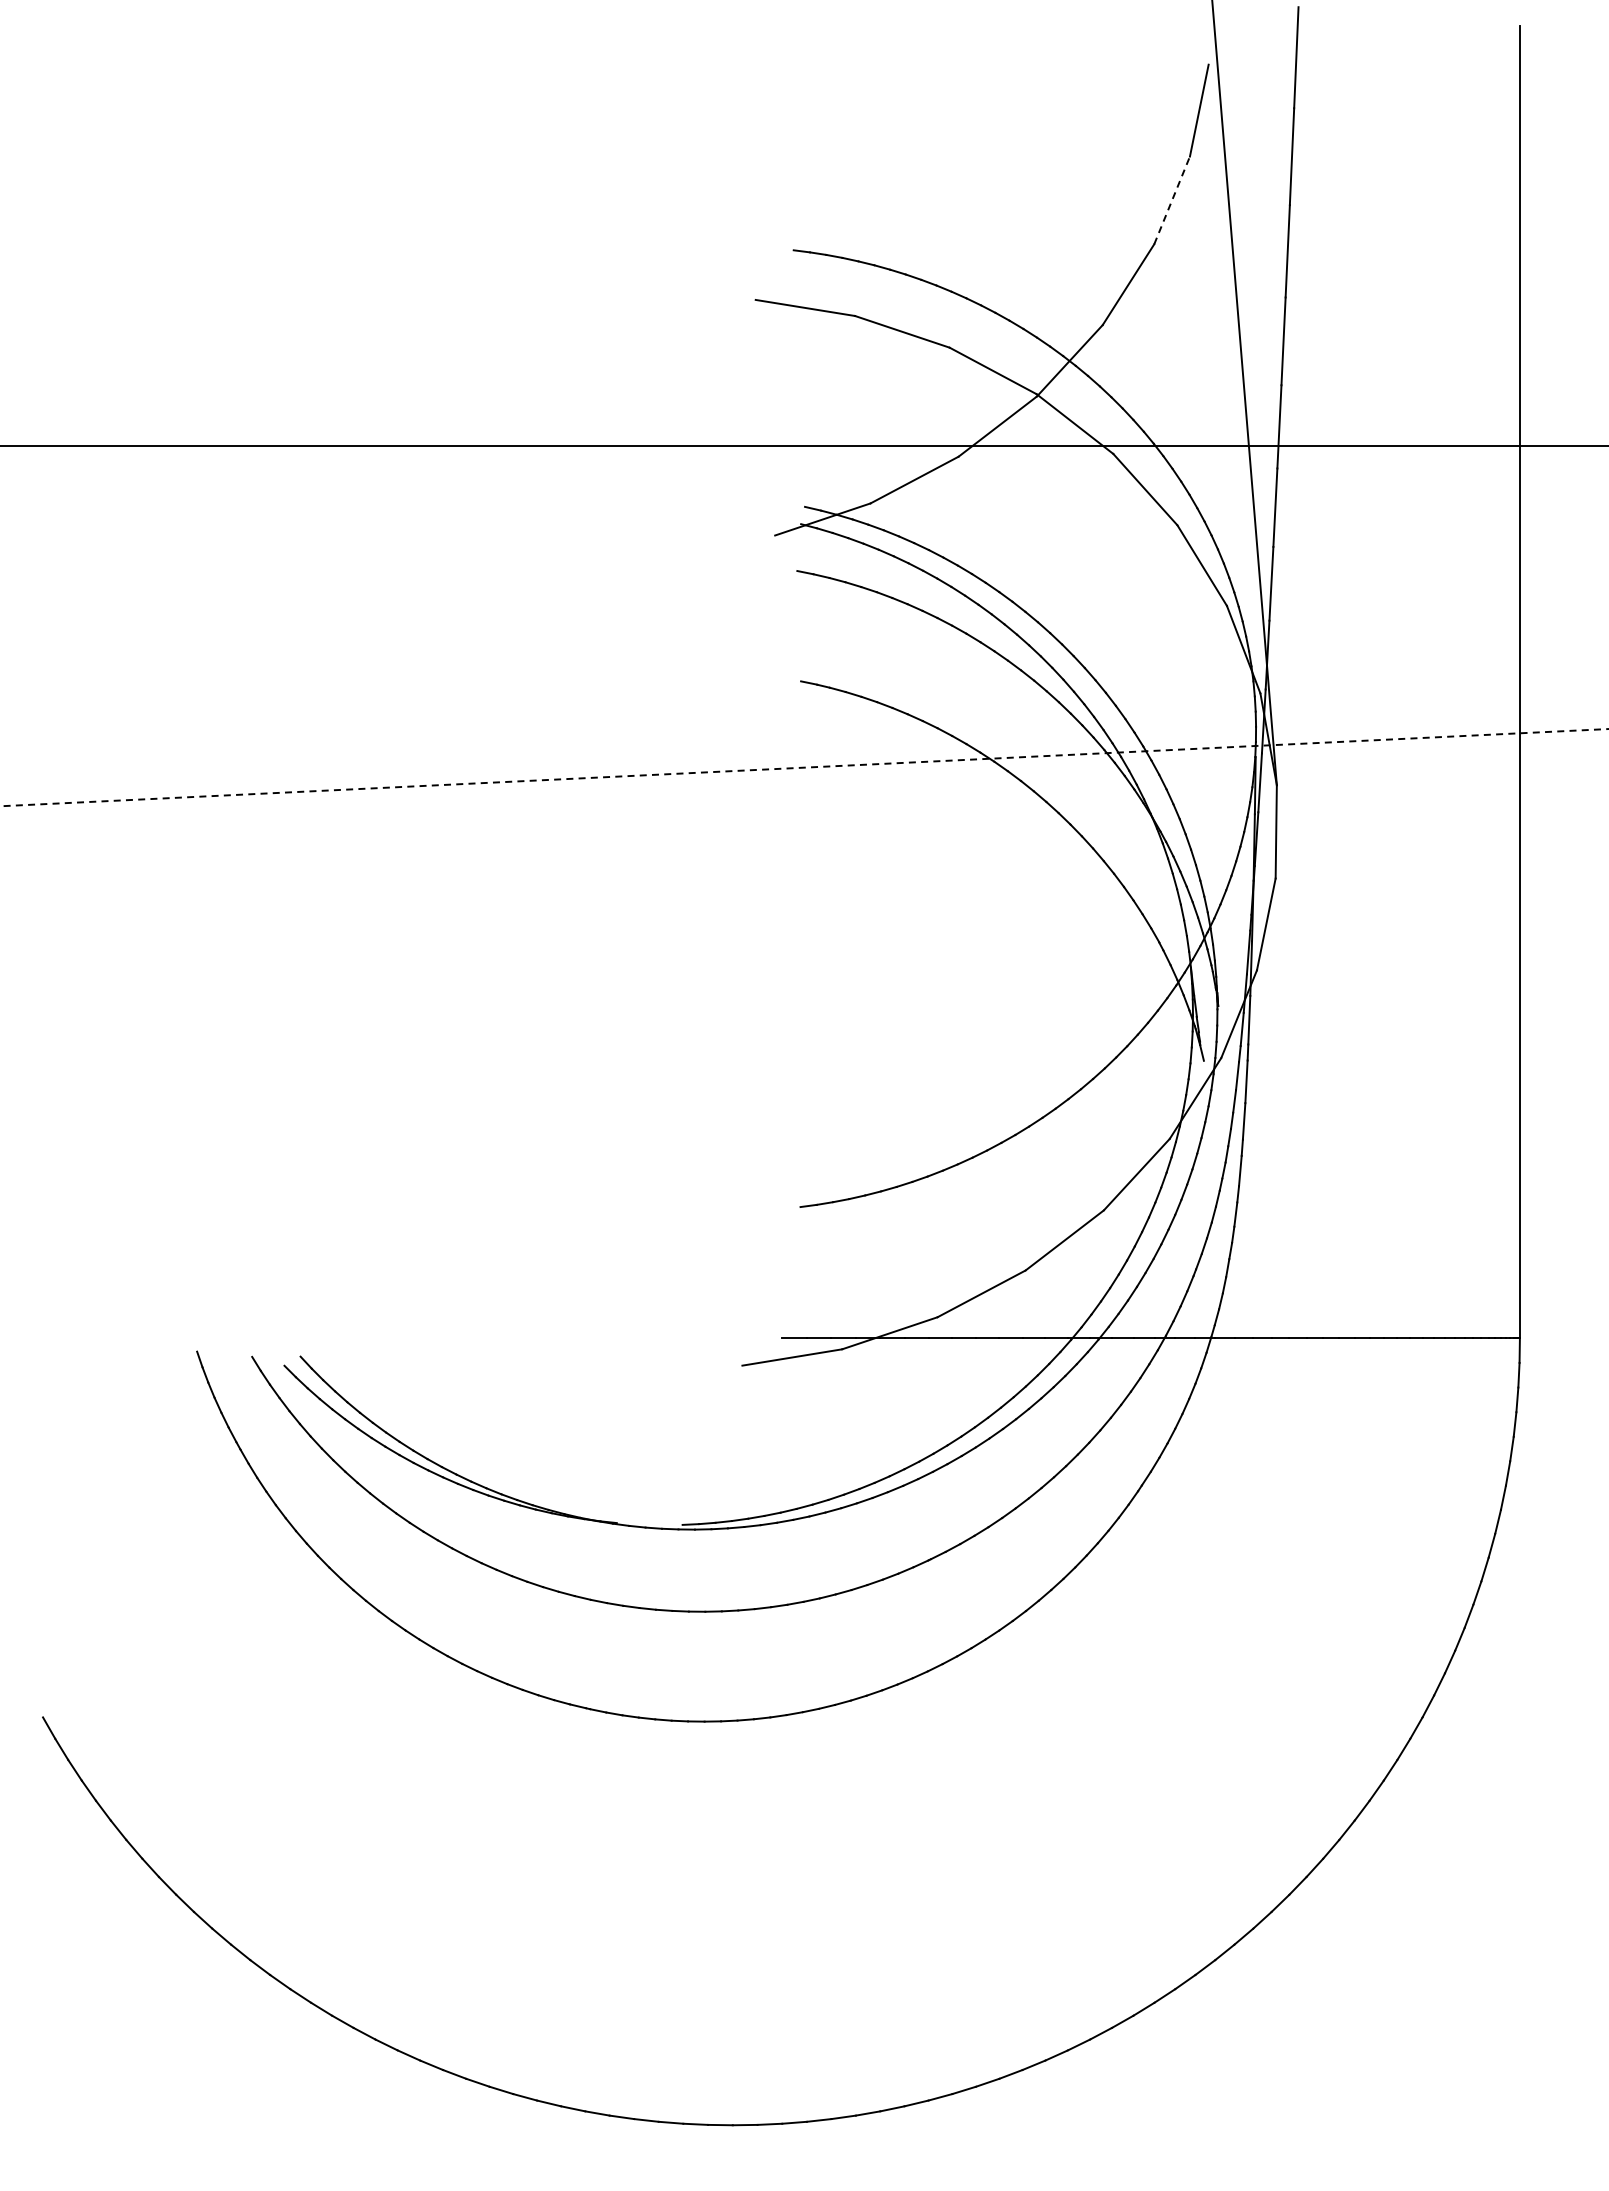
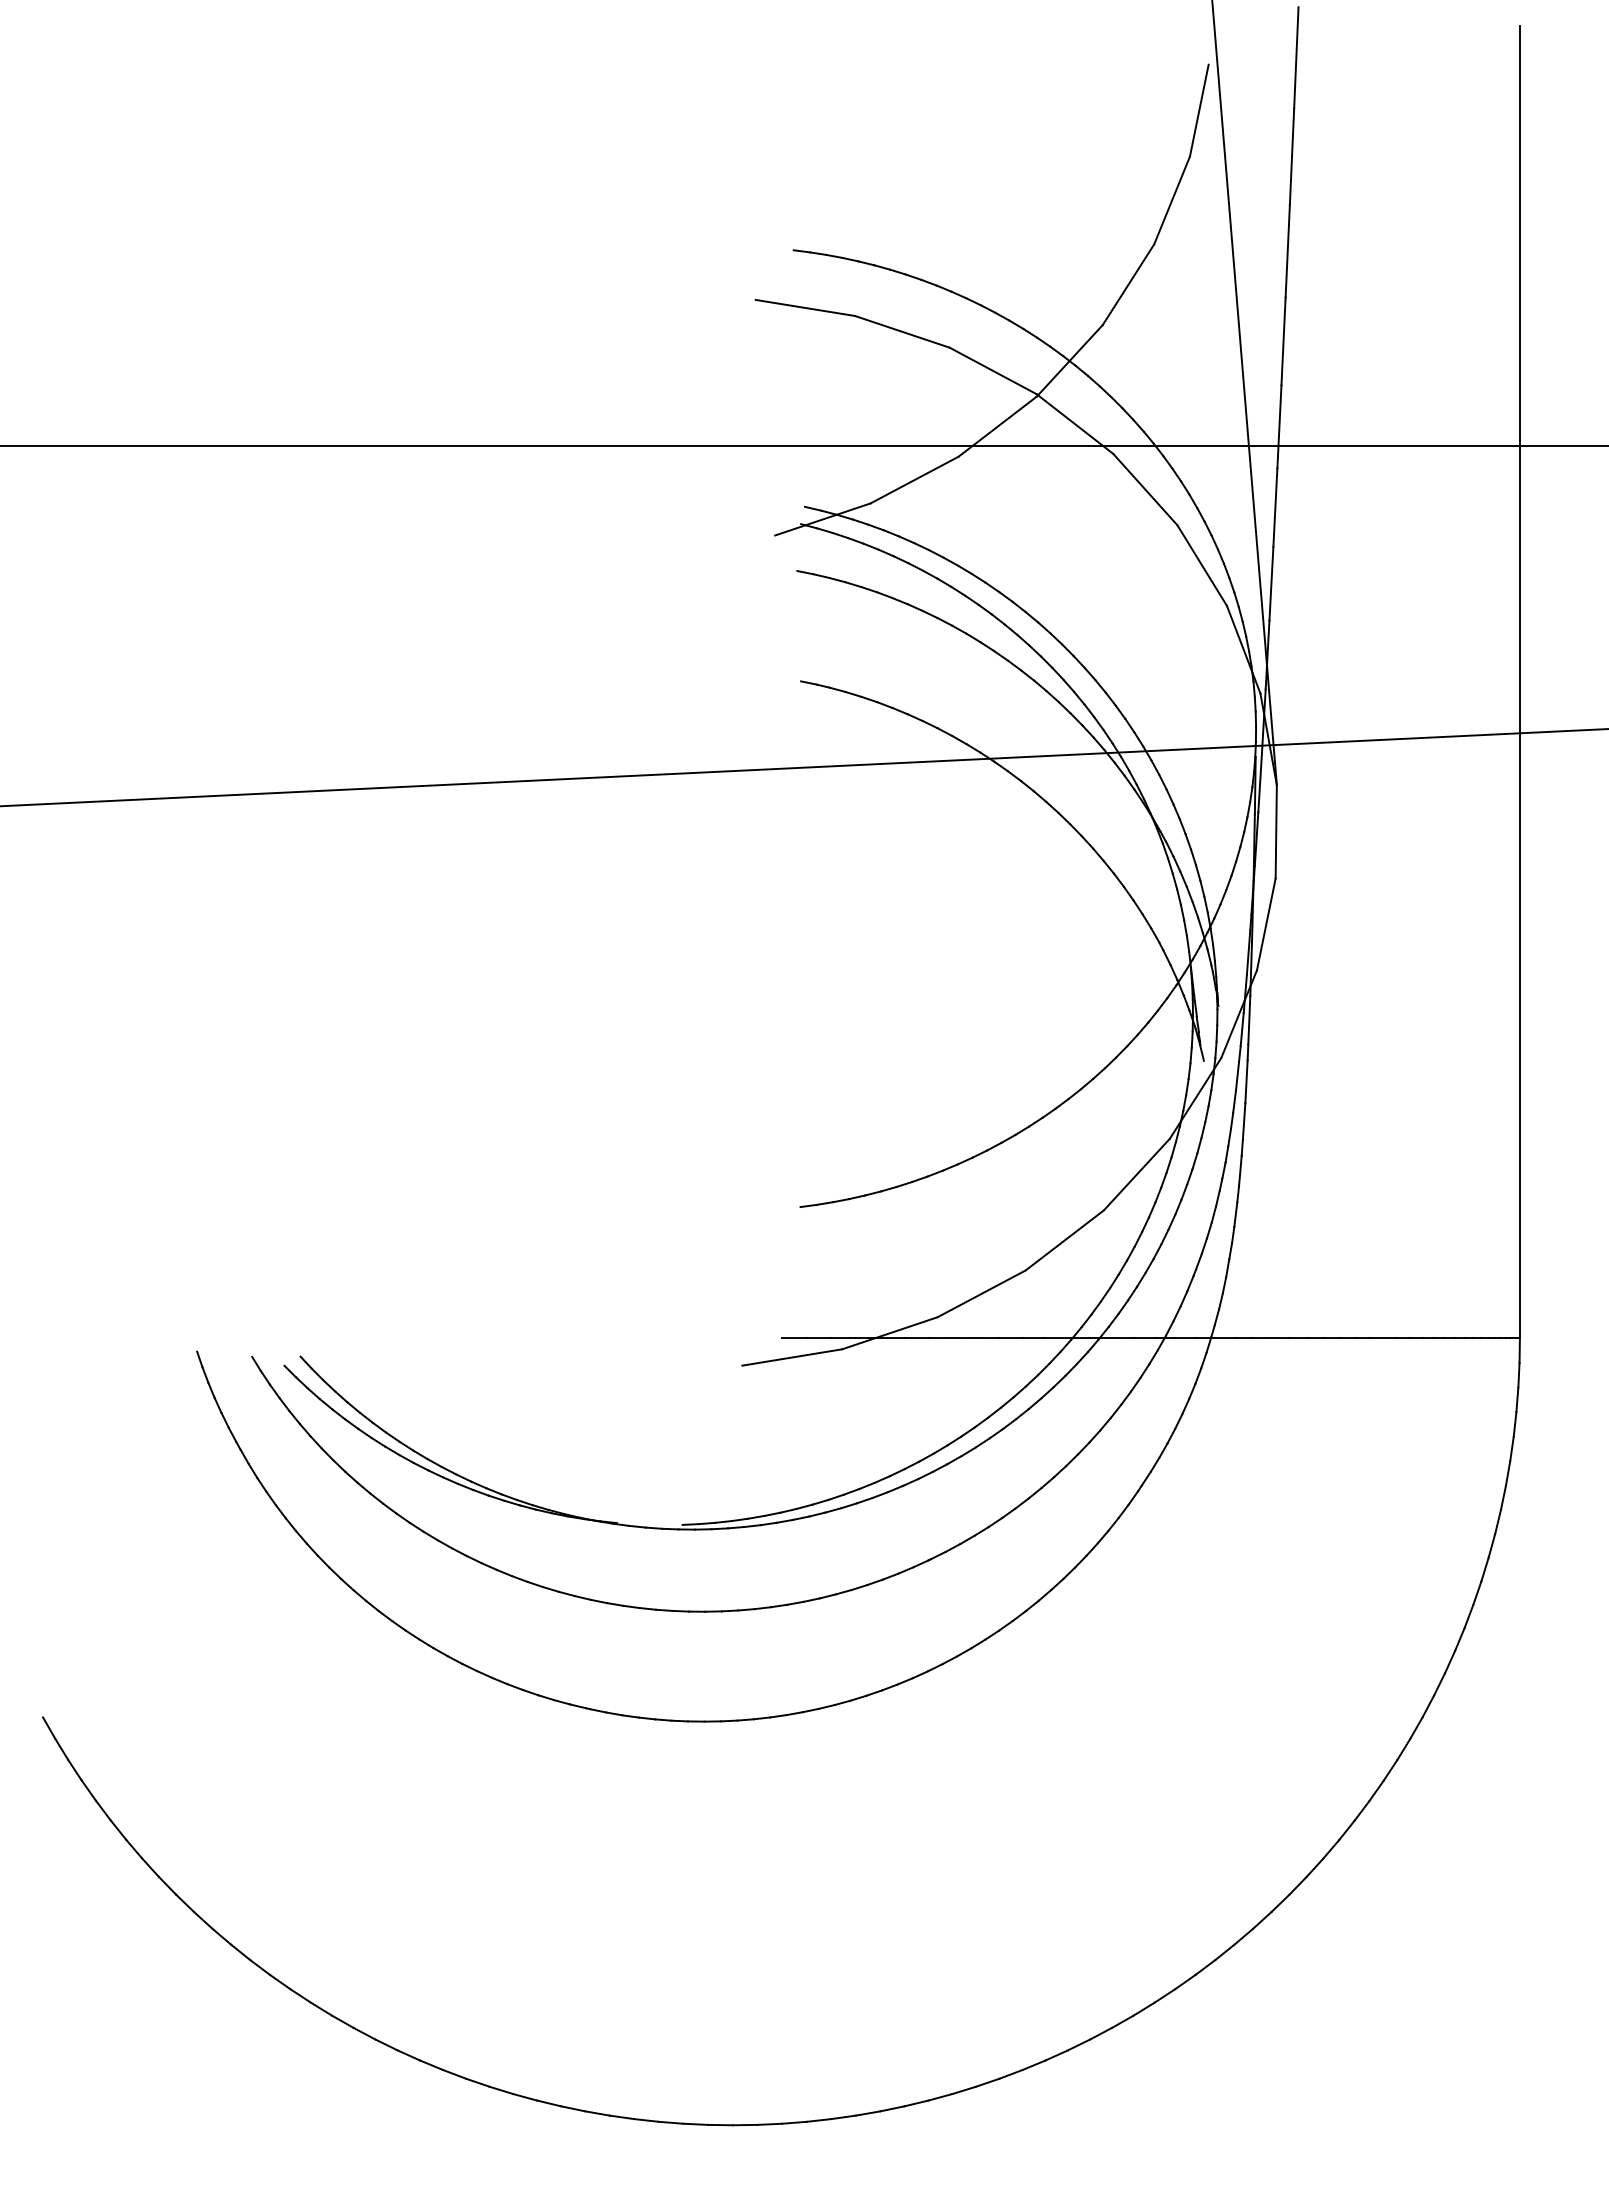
line at (1172, 199): dashed -> solid
line at (804, 767): dashed -> solid
